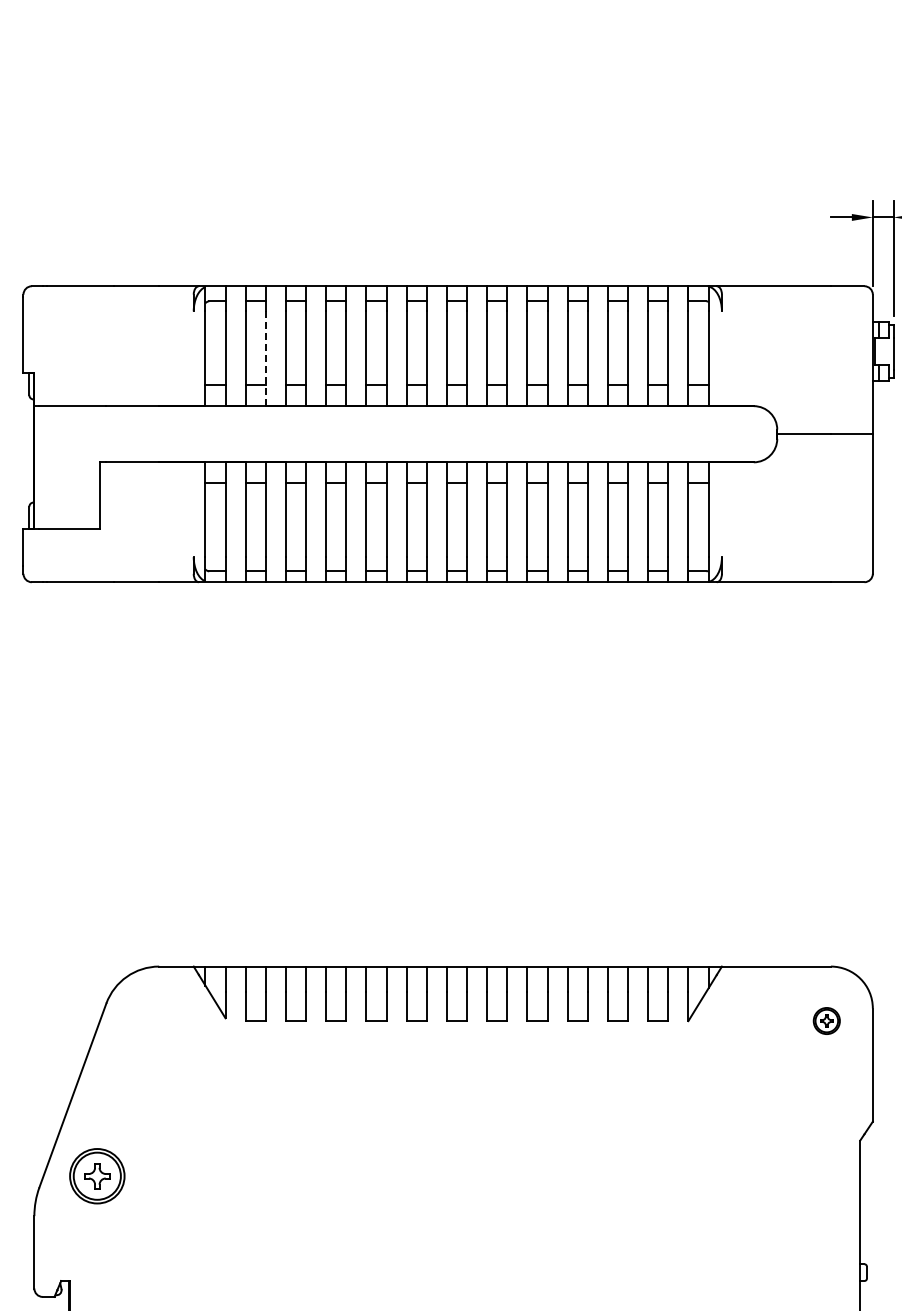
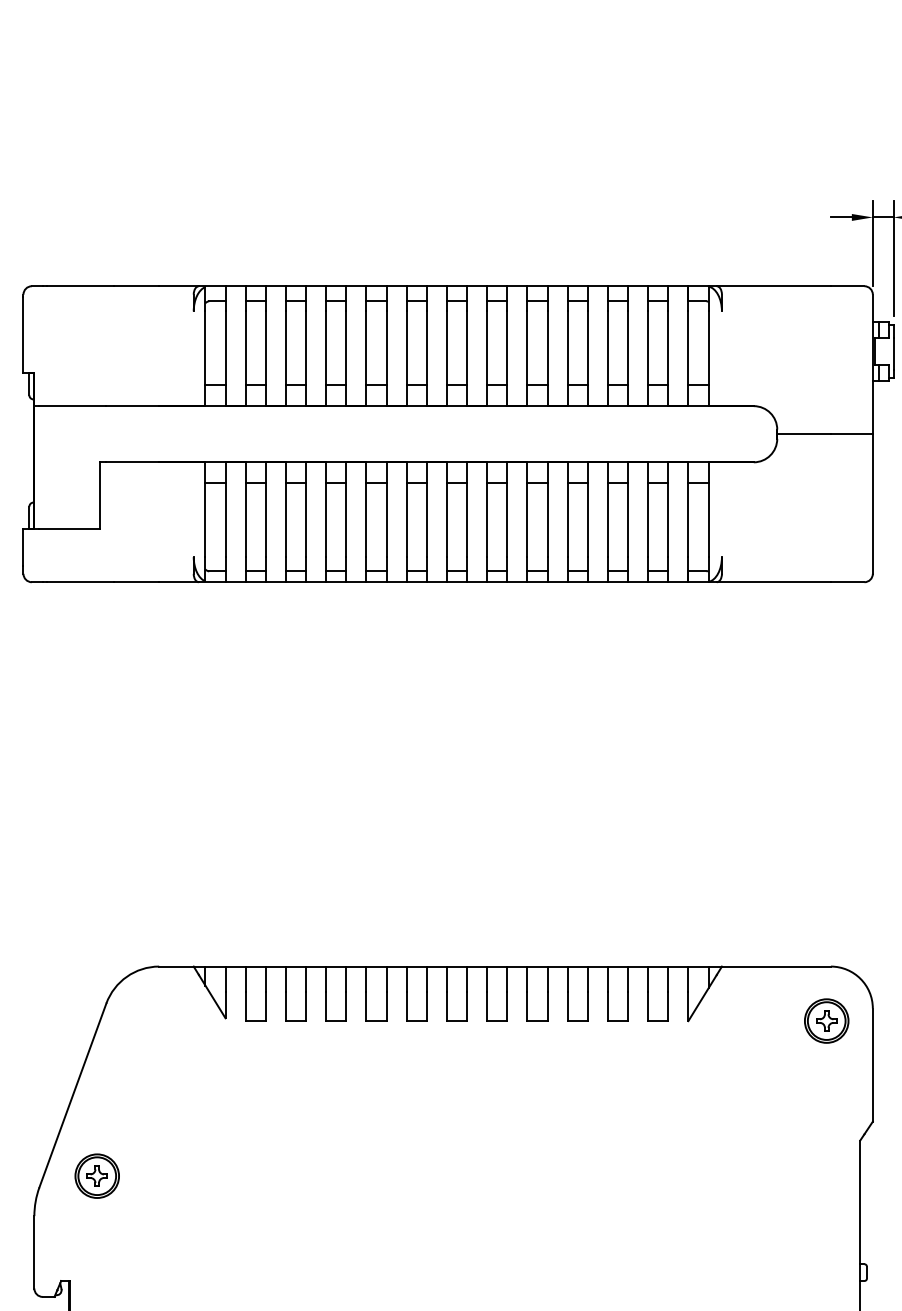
line at (265, 359): dashed -> solid
part at (826, 1020) size: 29x28 px -> 46x46 px
part at (97, 1176) size: 57x57 px -> 46x46 px
